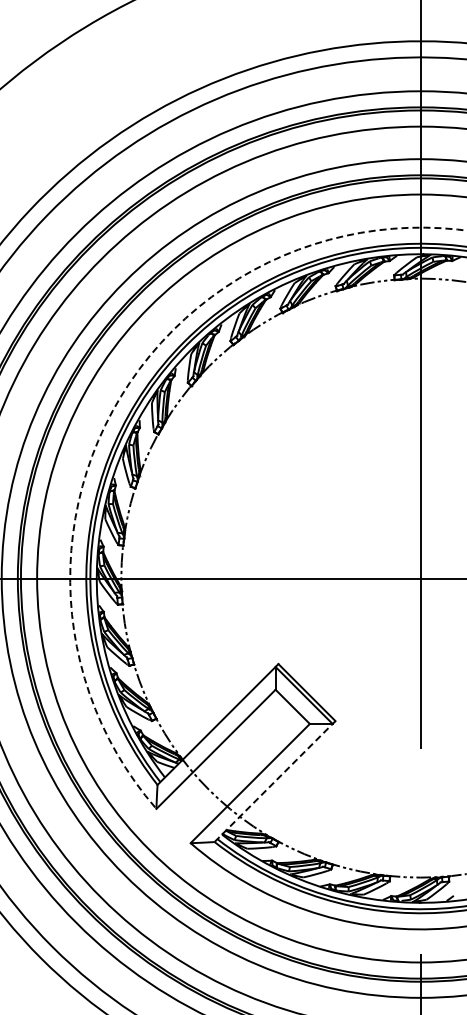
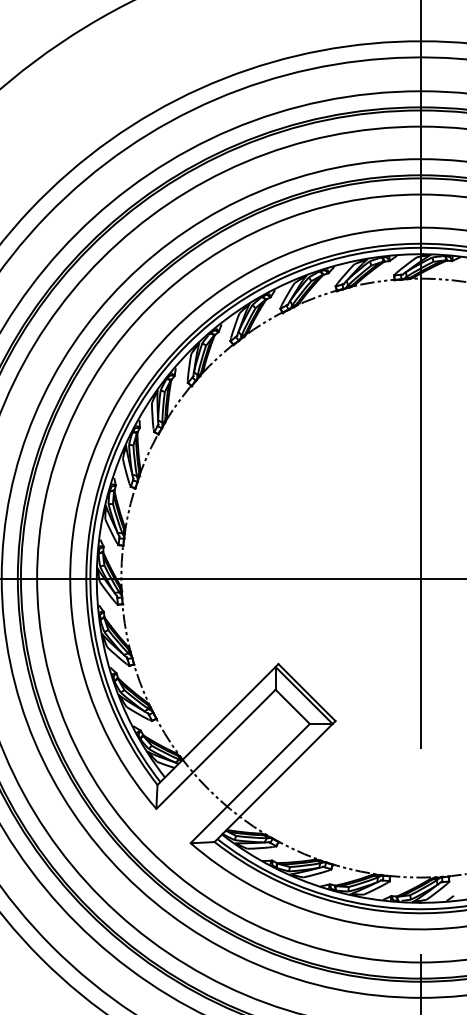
arc at (111, 412): dashed -> solid
line at (275, 781): dashed -> solid
